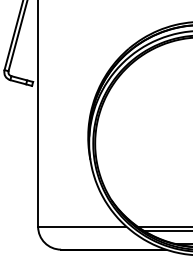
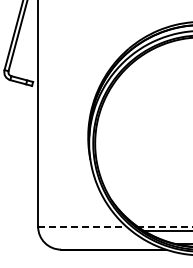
line at (82, 226): solid -> dashed
line at (164, 226): solid -> dashed
